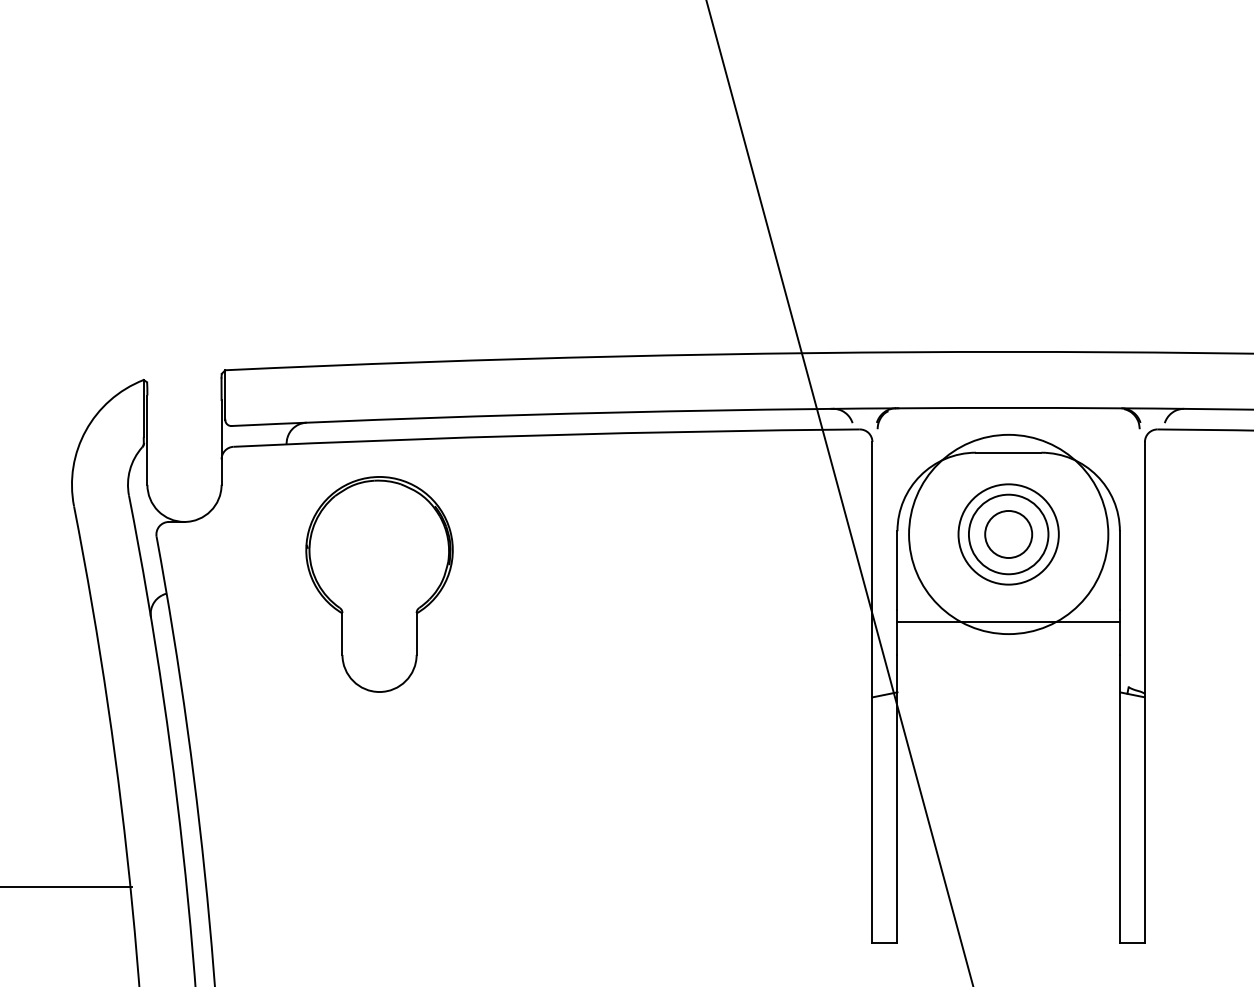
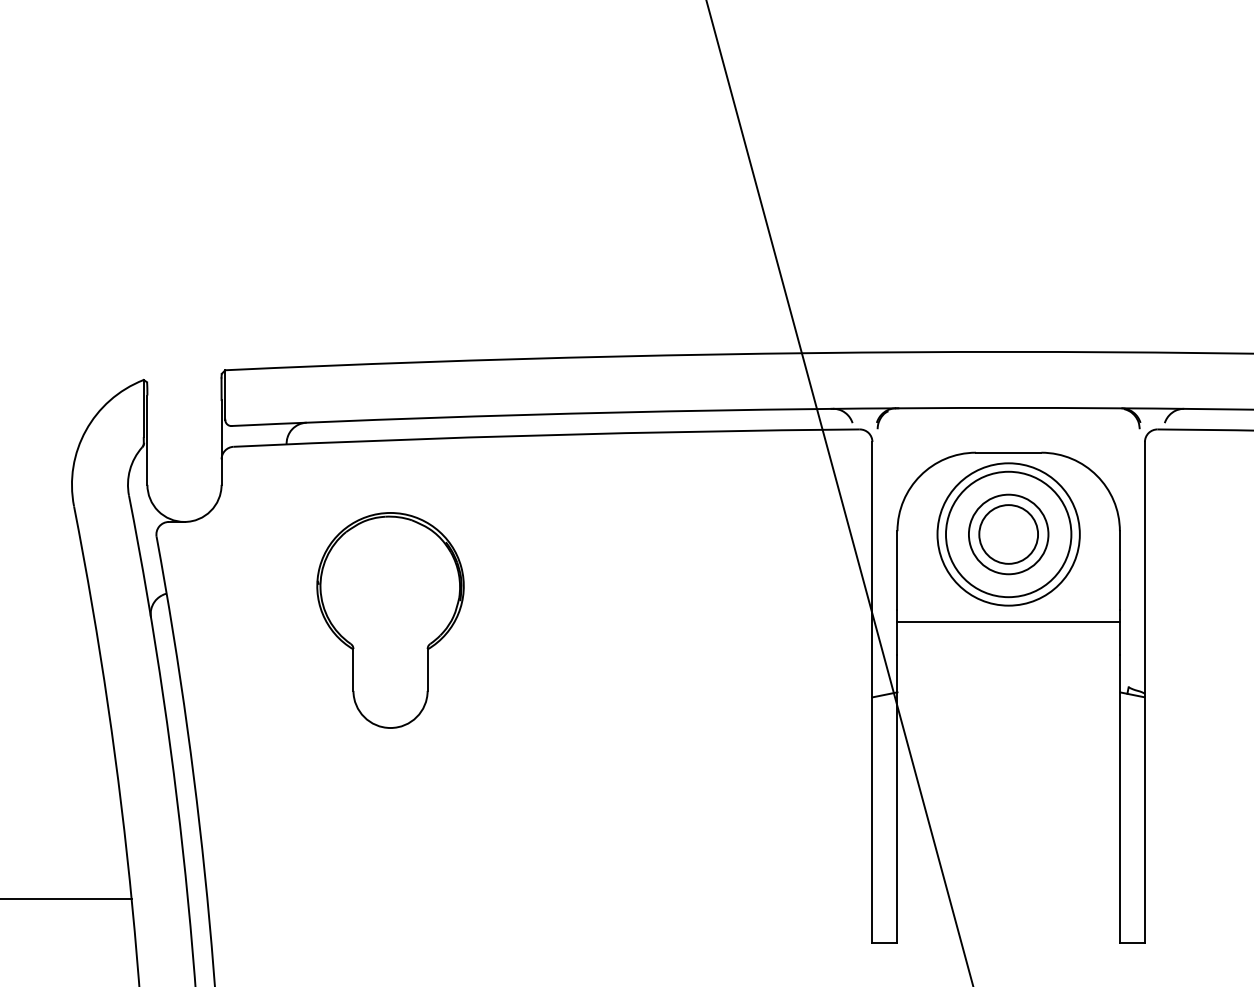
circle at (1008, 534) diameter: 100 px -> 125 px
circle at (1008, 534) diameter: 199 px -> 142 px
circle at (1008, 534) diameter: 47 px -> 59 px
part at (379, 584) position: (379, 584) -> (390, 620)
line at (66, 886) position: (66, 886) -> (66, 898)
